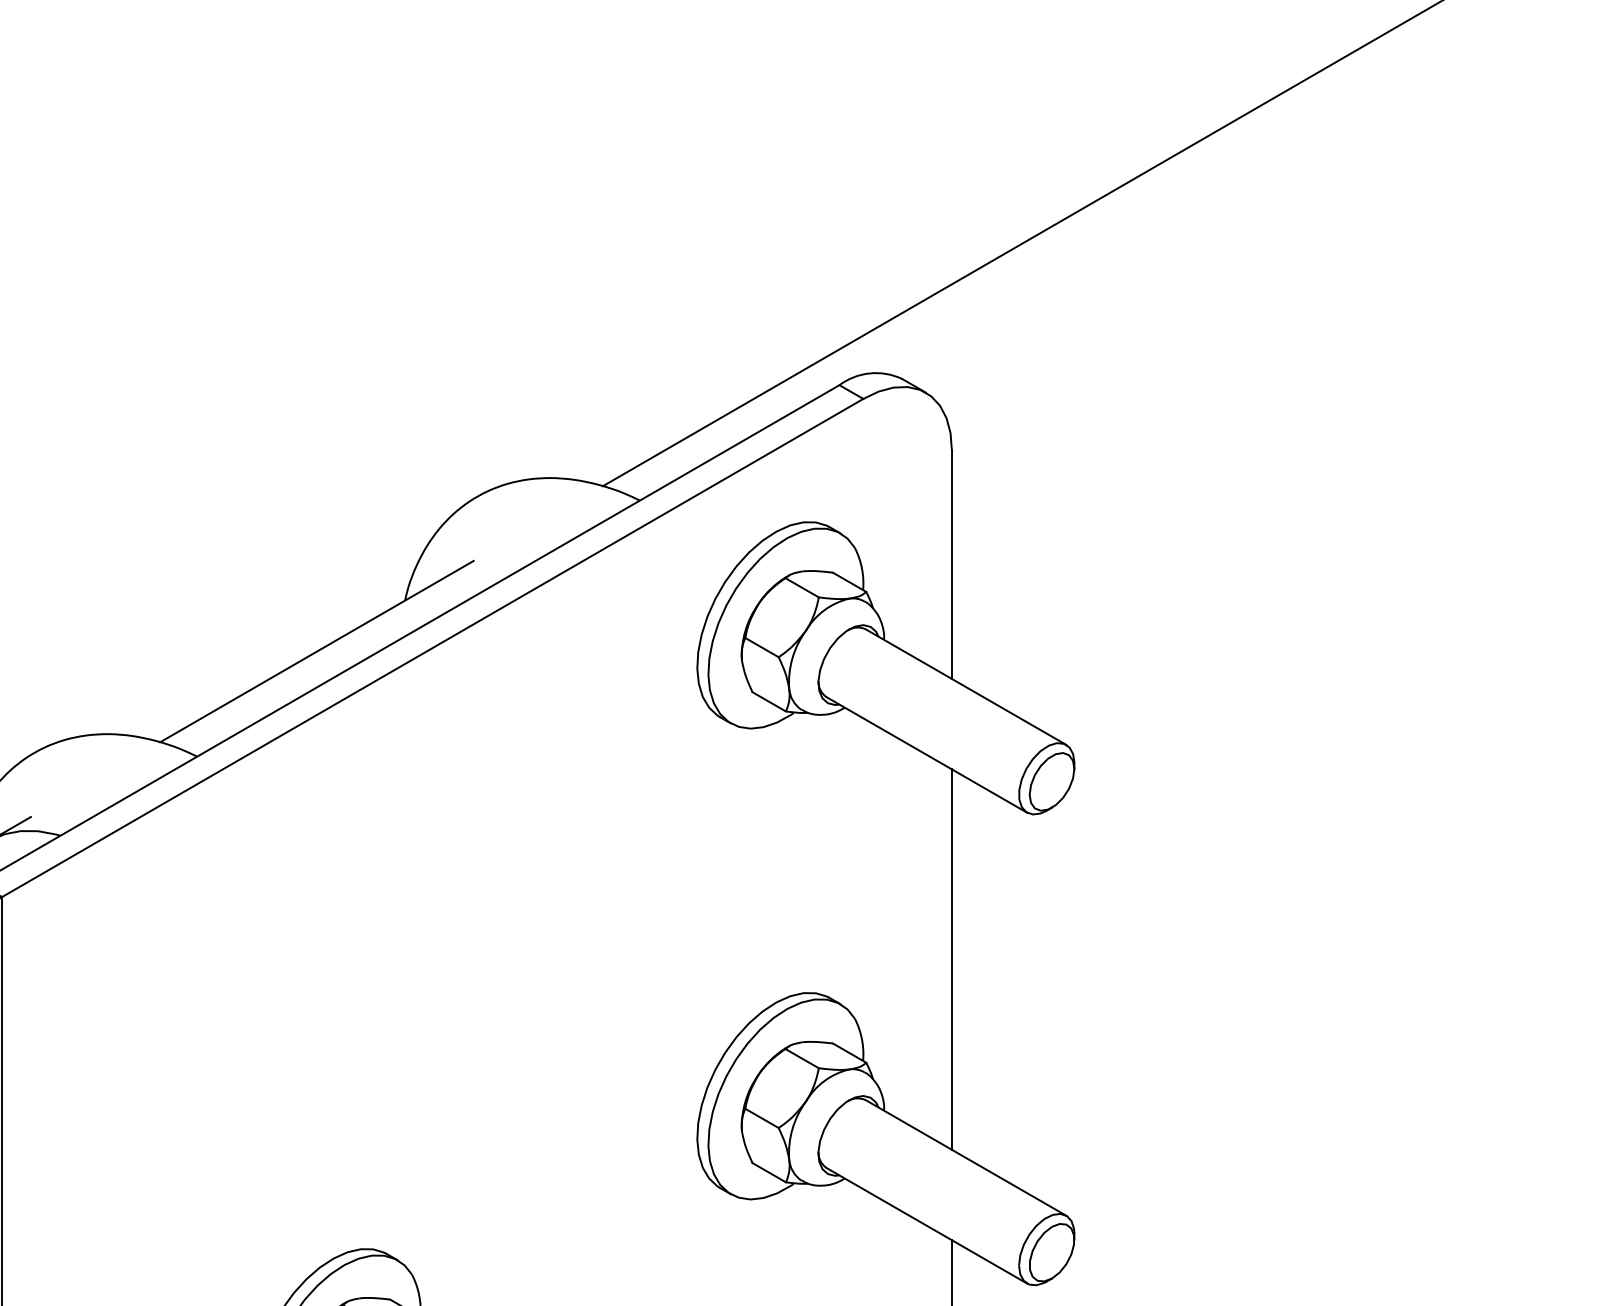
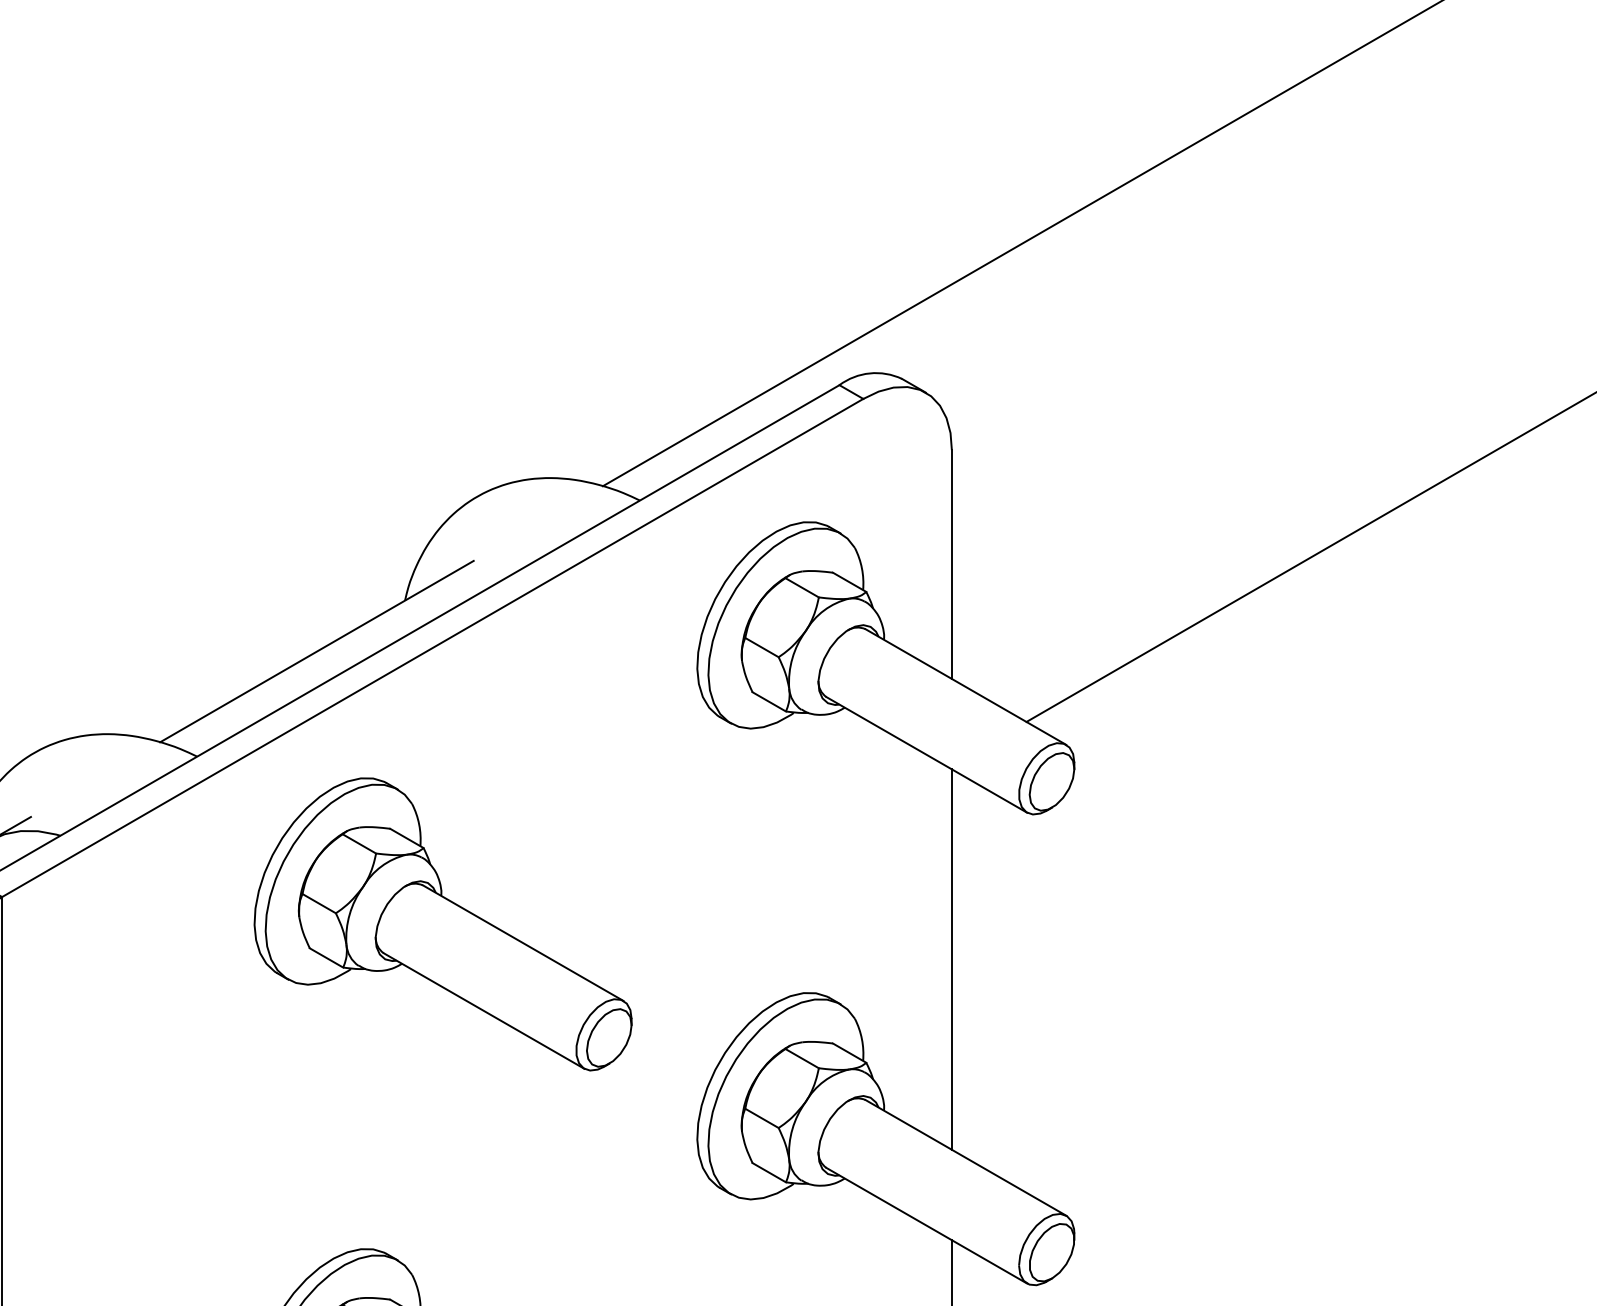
line at (1309, 557): none -> present
part at (442, 924): none -> present
